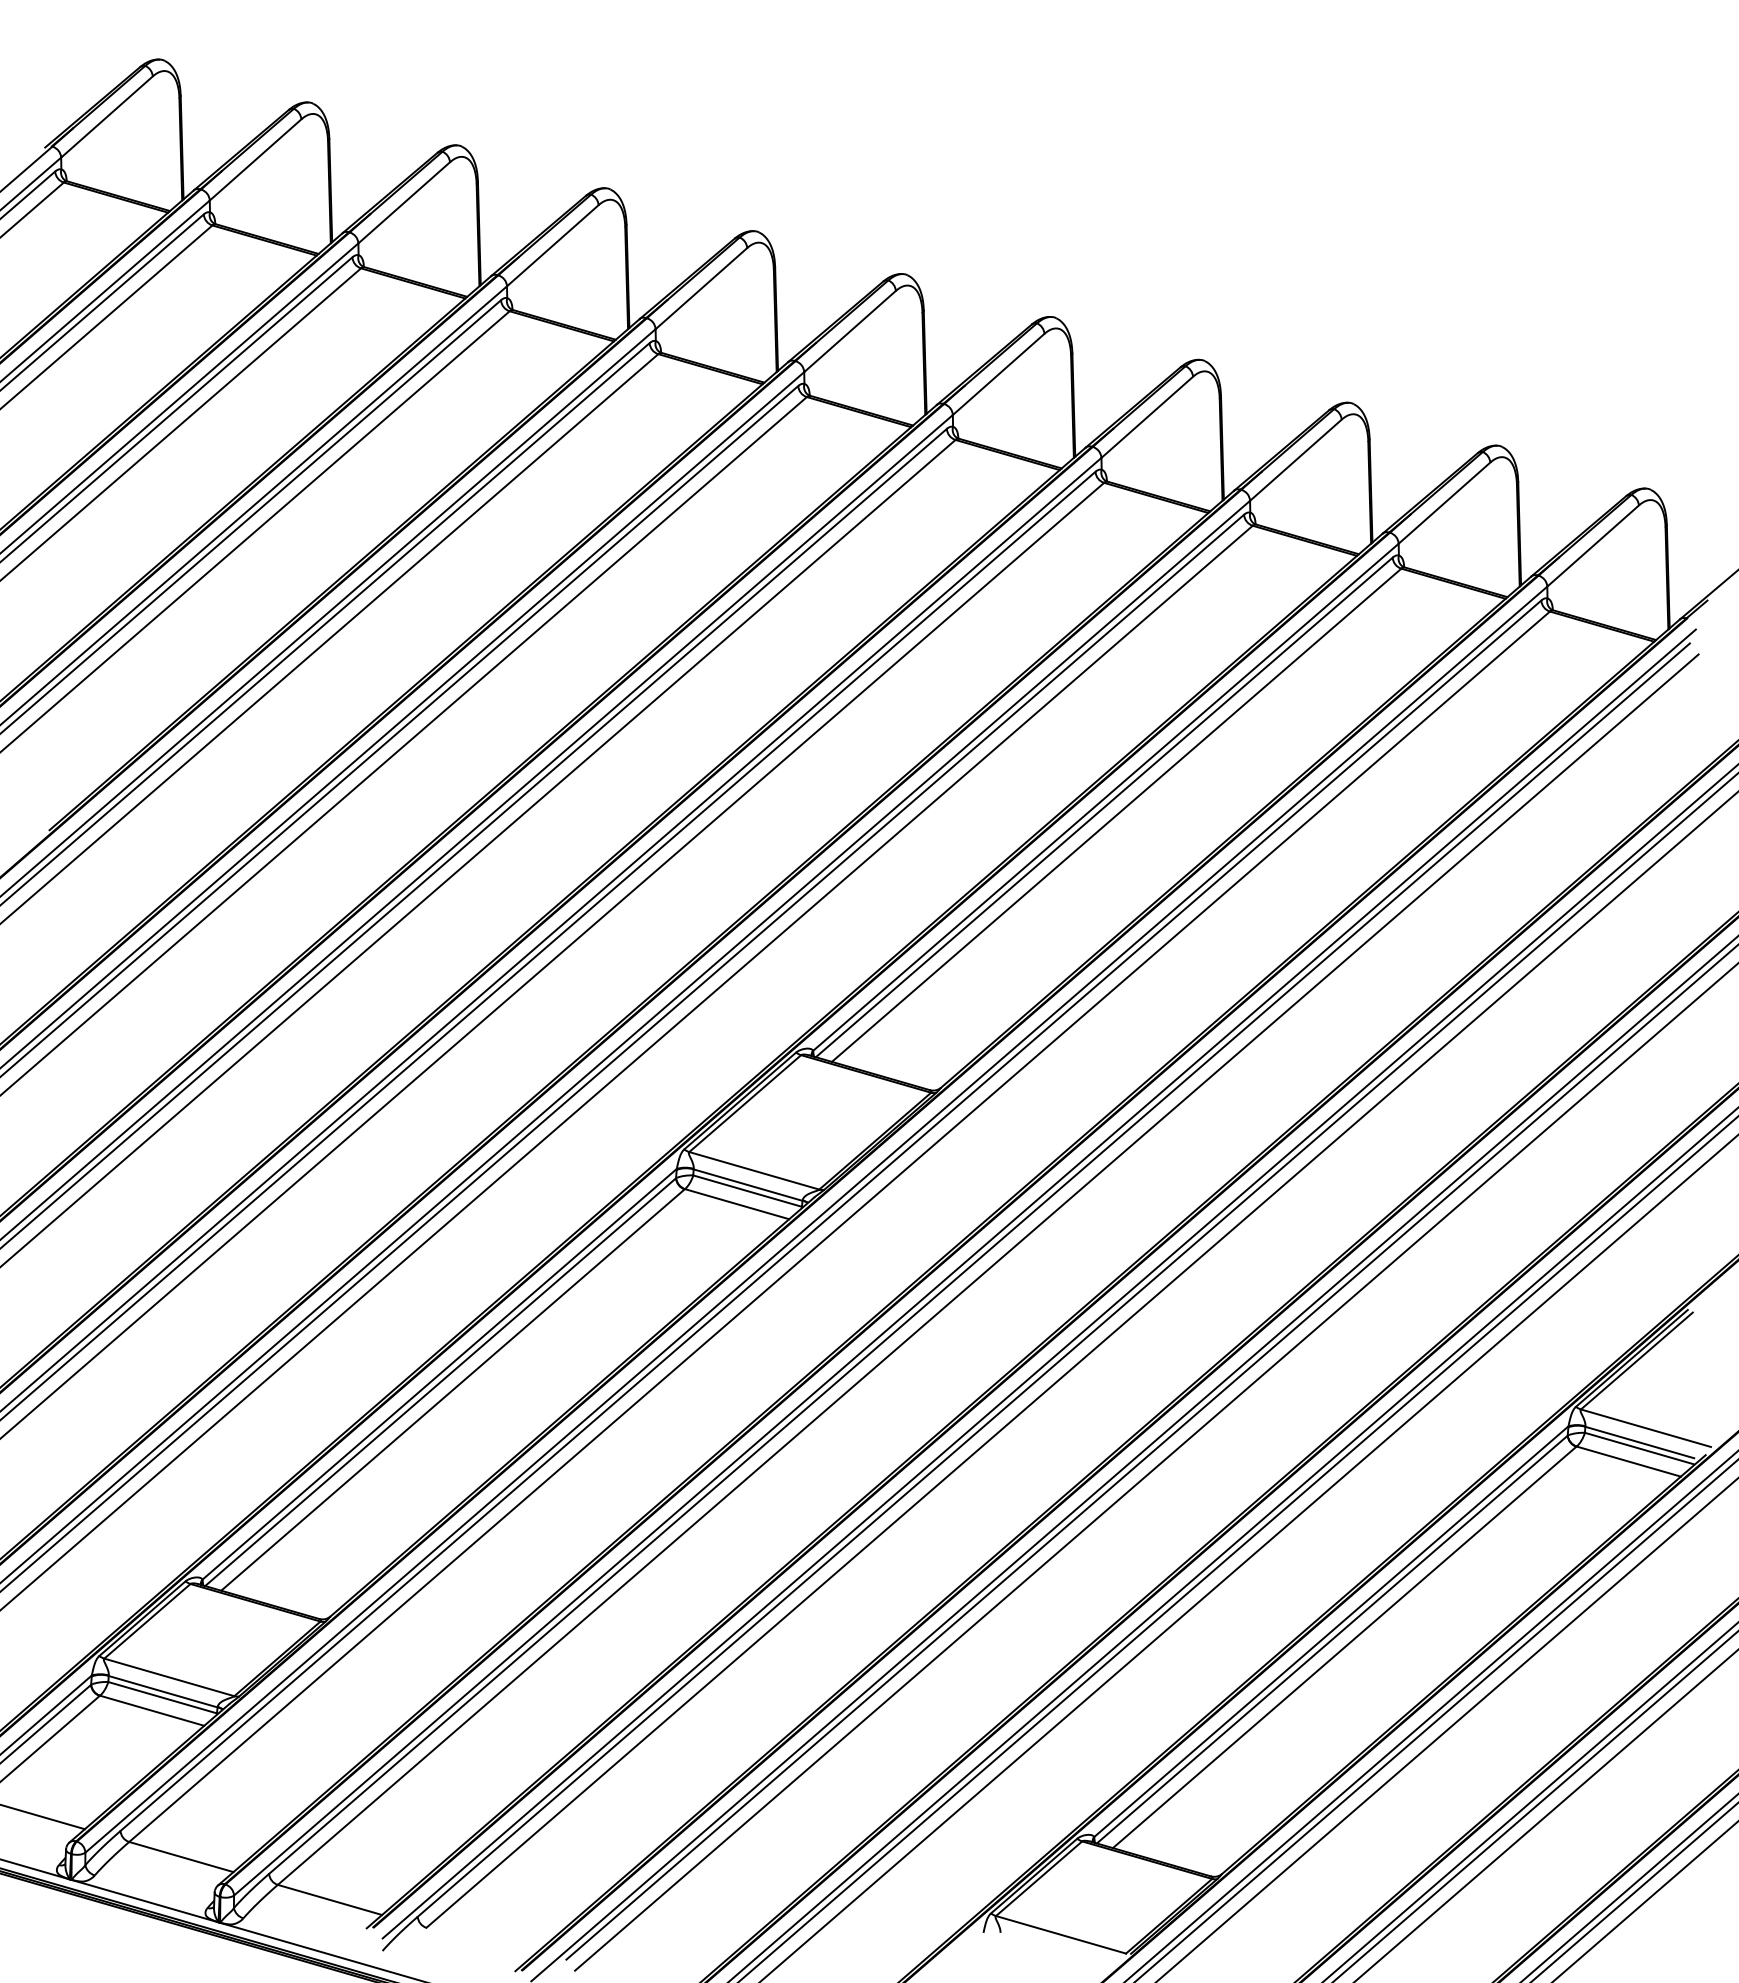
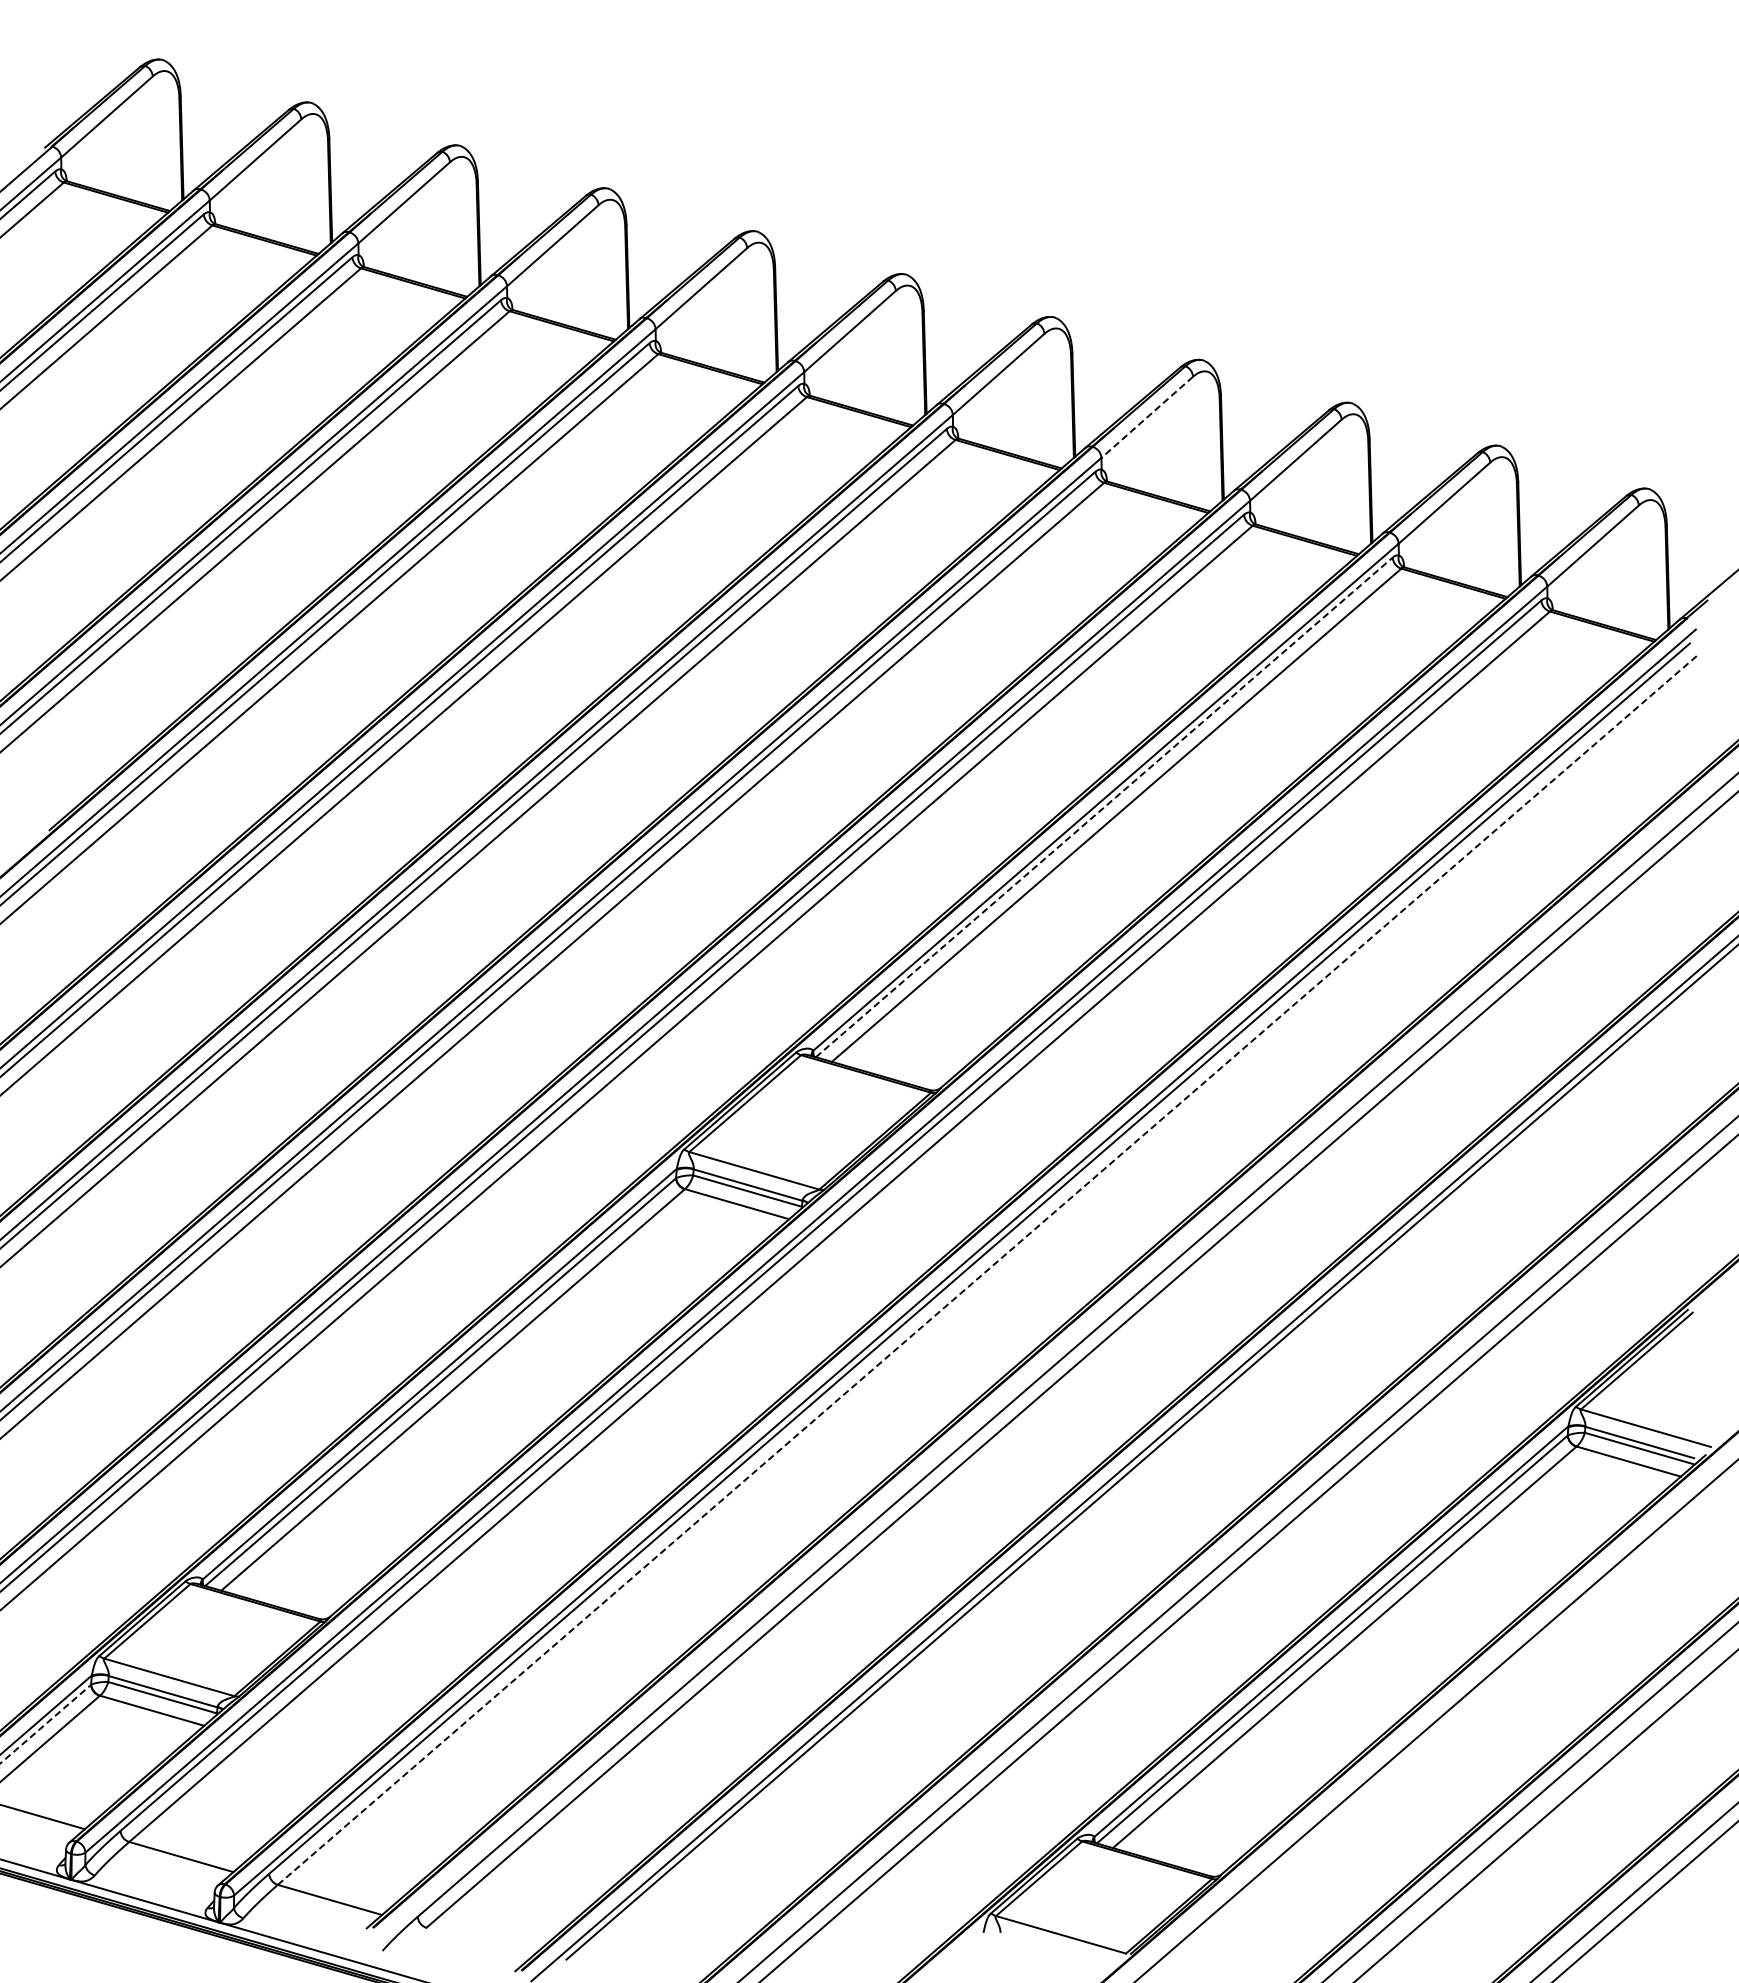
line at (1146, 417): solid -> dashed
line at (1104, 807): solid -> dashed
line at (988, 1269): solid -> dashed
line at (1058, 1352): present -> none
line at (1155, 1467): present -> none
line at (1233, 1544): present -> none
line at (1431, 1716): present -> none
line at (45, 1724): solid -> dashed
line at (1447, 1729): present -> none
line at (1535, 1806): present -> none
line at (1629, 1887): present -> none
